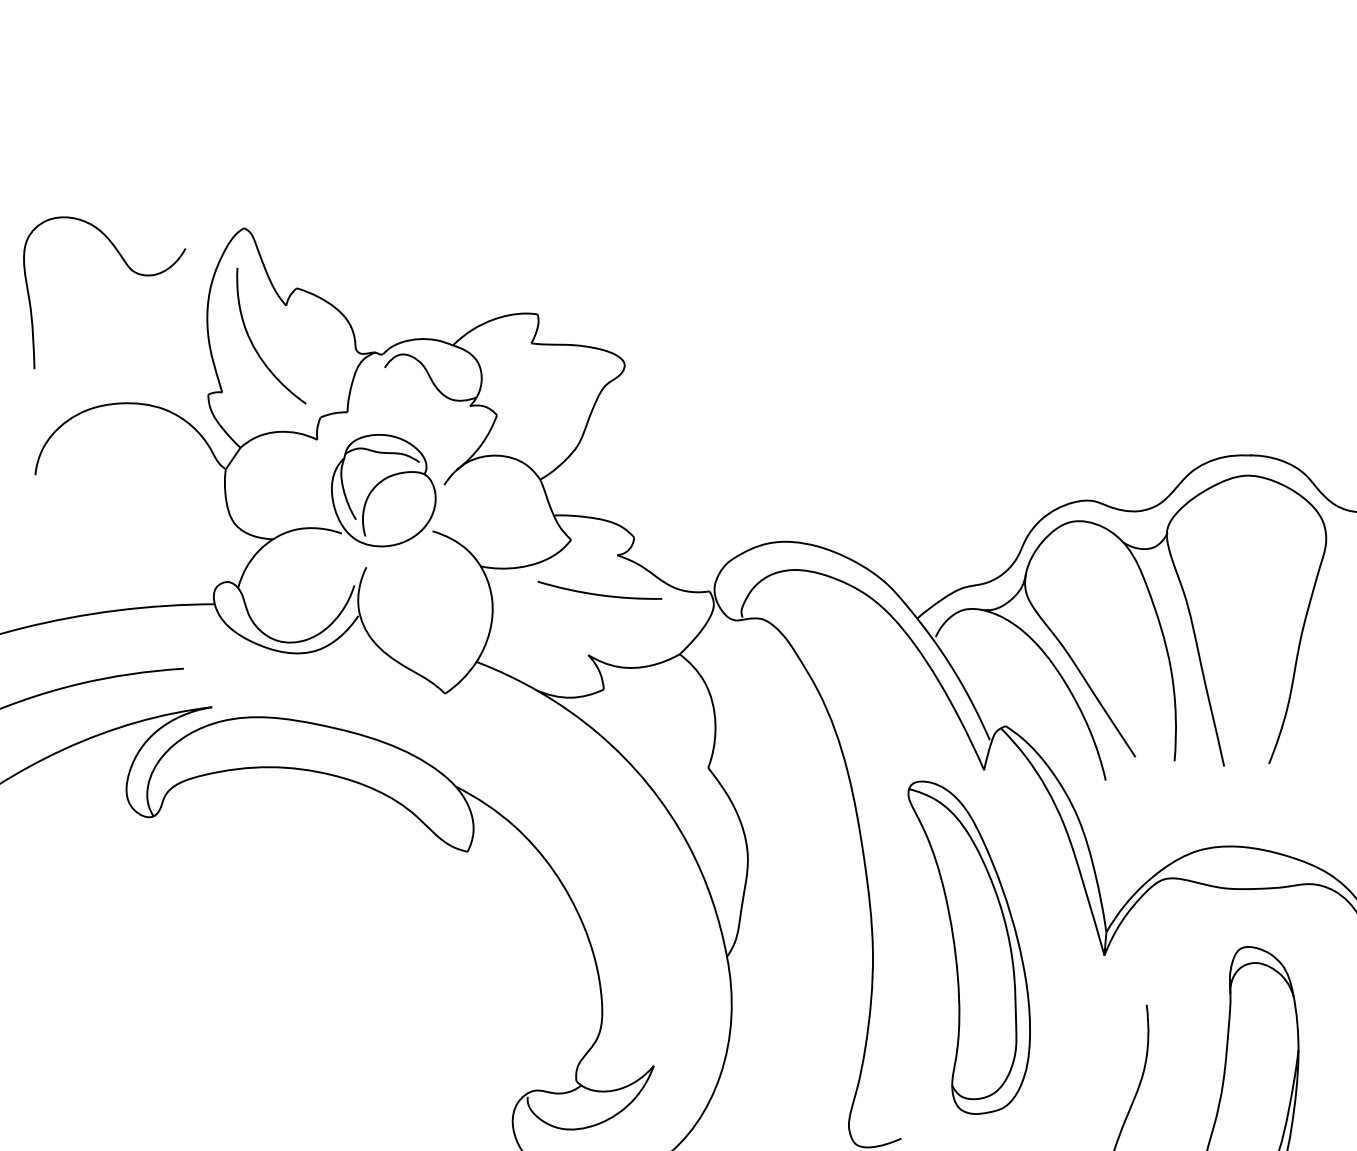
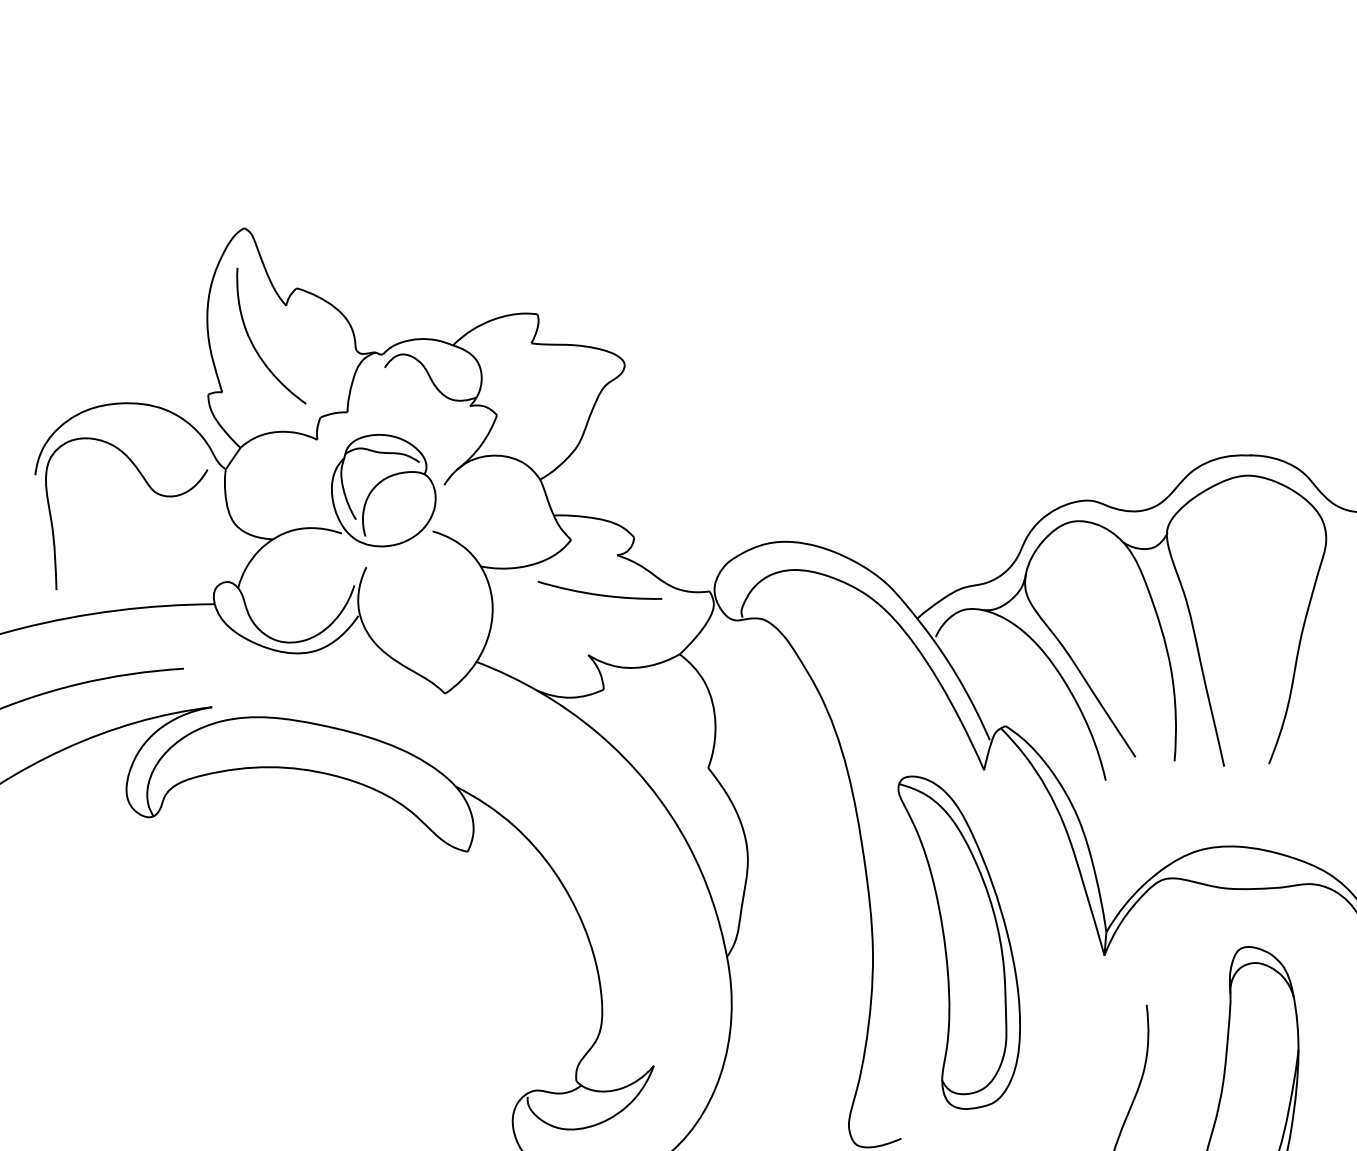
curve at (128, 268) position: (128, 268) -> (150, 489)
part at (968, 947) position: (968, 947) -> (958, 942)
